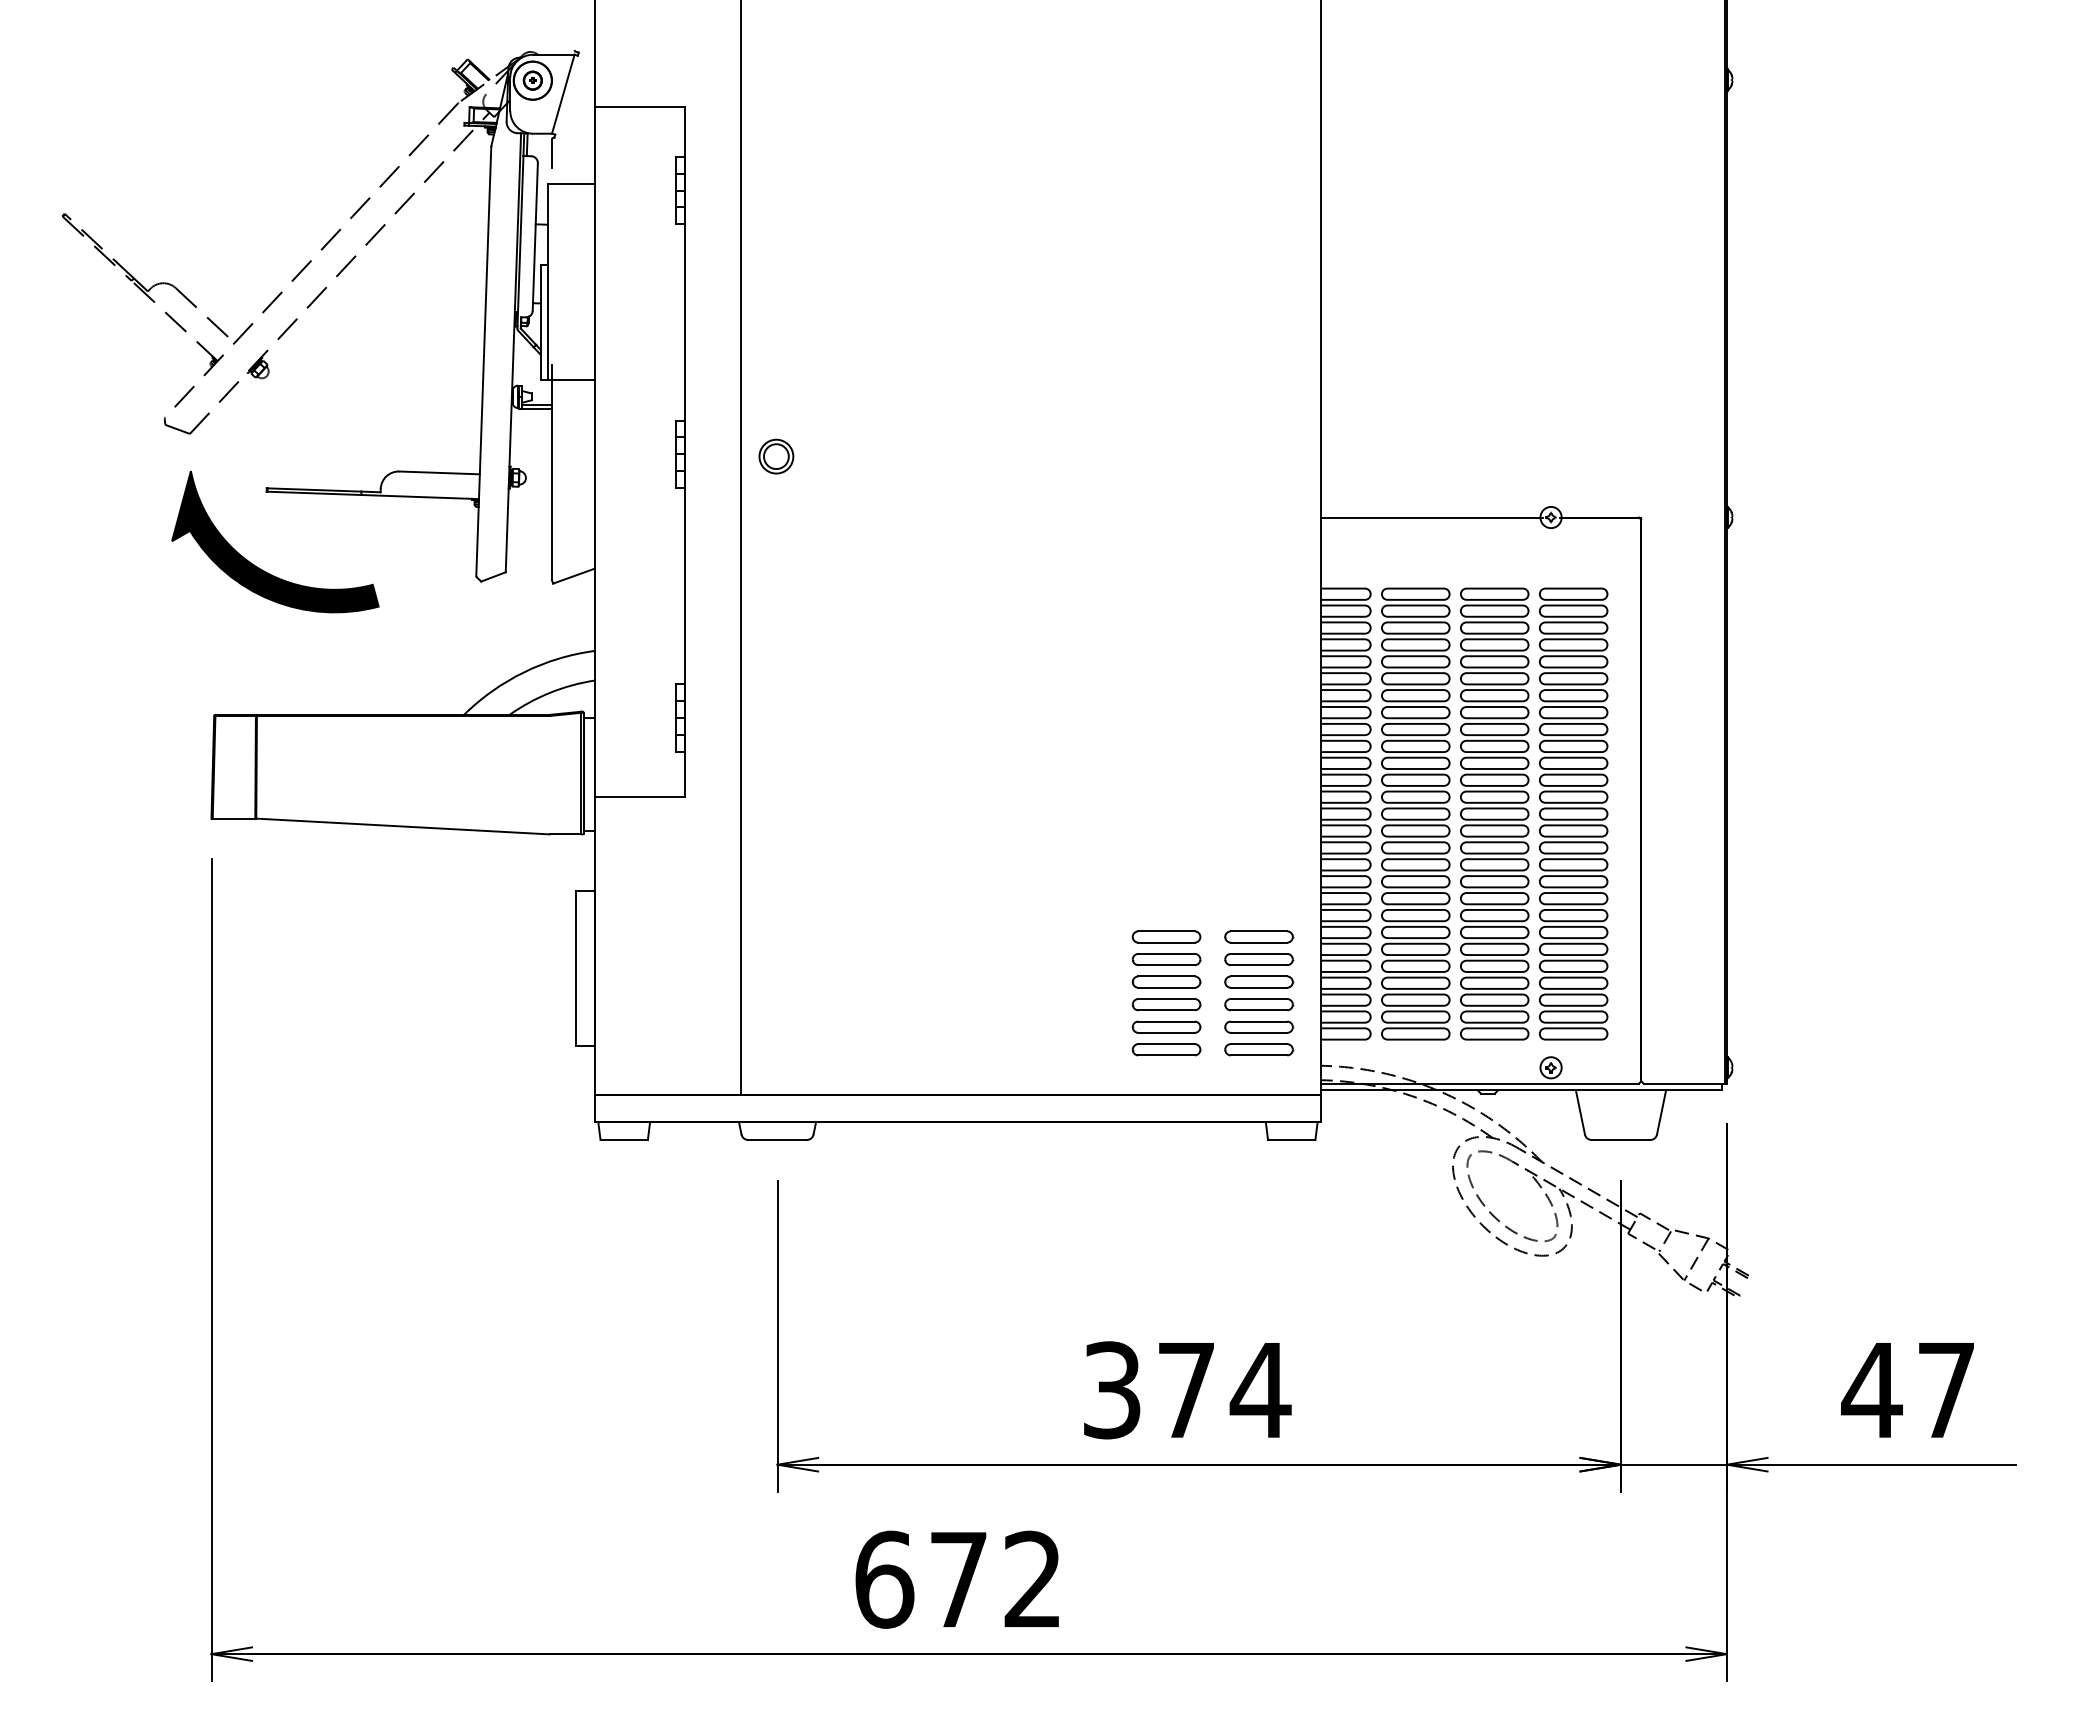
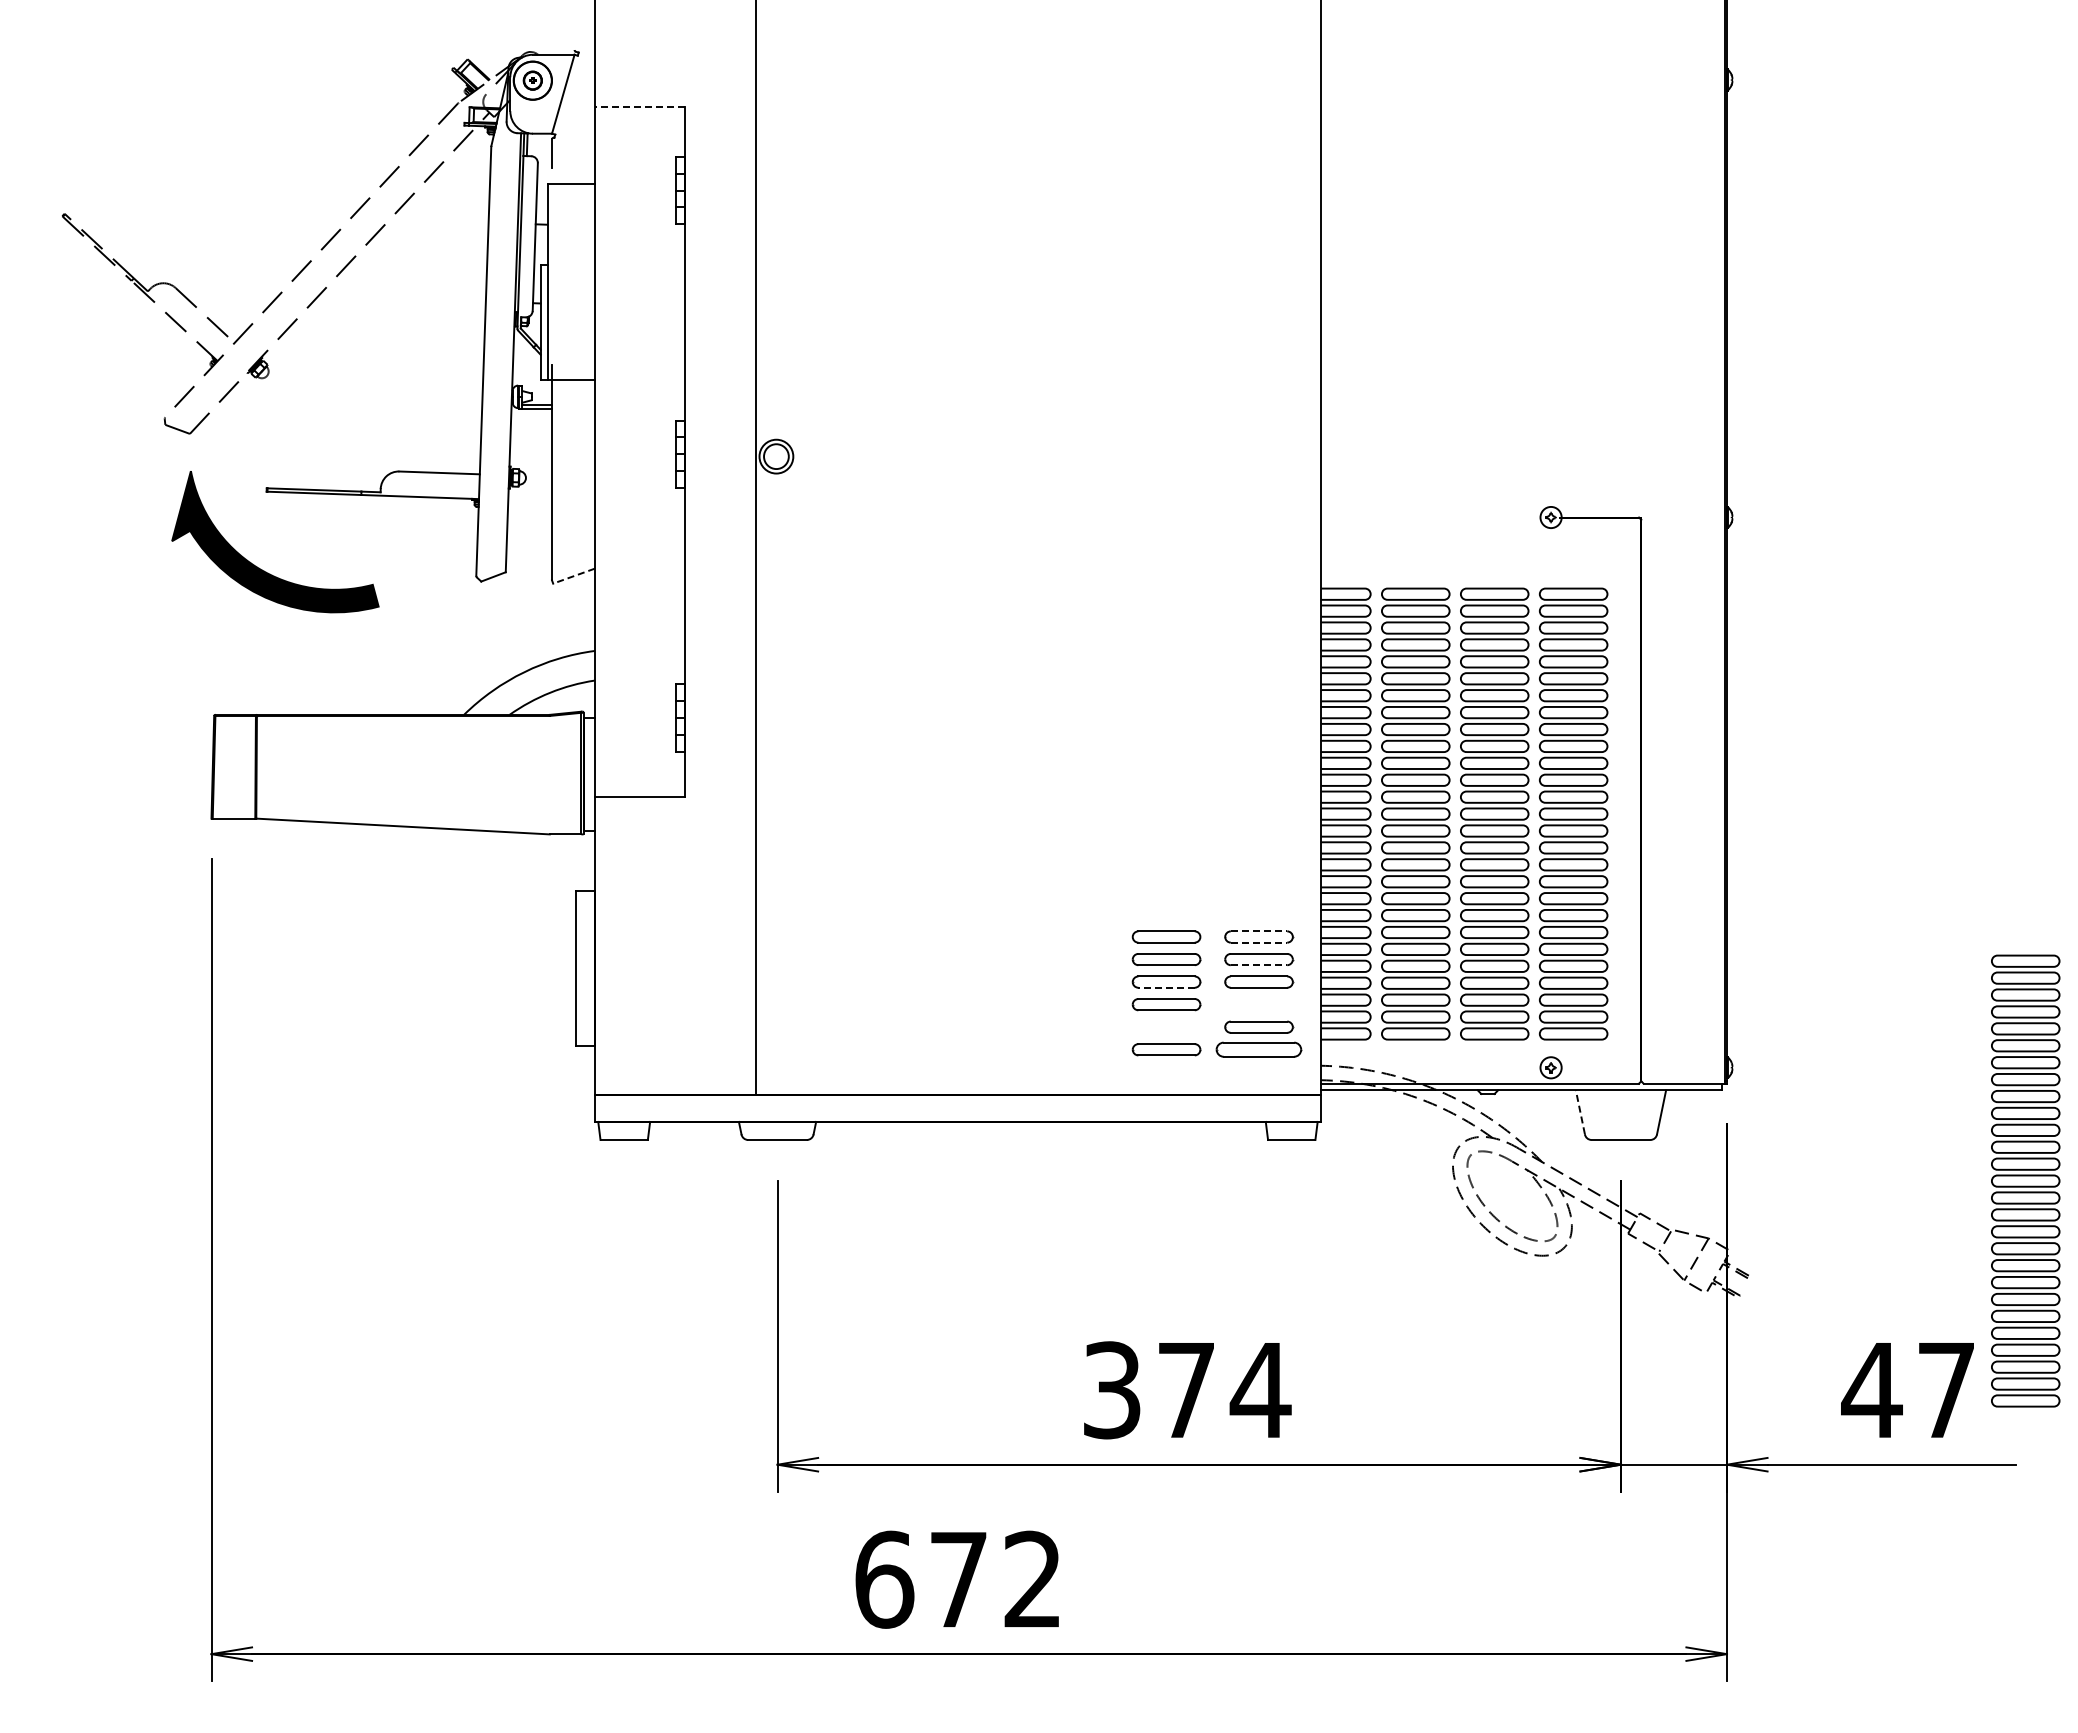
line at (639, 107): solid -> dashed
line at (1431, 517): present -> none
line at (741, 548) position: (741, 548) -> (756, 548)
line at (573, 576): solid -> dashed
line at (1259, 931): solid -> dashed
line at (1259, 942): solid -> dashed
line at (1259, 965): solid -> dashed
line at (1166, 987): solid -> dashed
part at (1259, 1004): present -> none
part at (1166, 1026): present -> none
part at (1259, 1049) size: 71x14 px -> 88x17 px
line at (1580, 1111): solid -> dashed
part at (2025, 1180): none -> present
